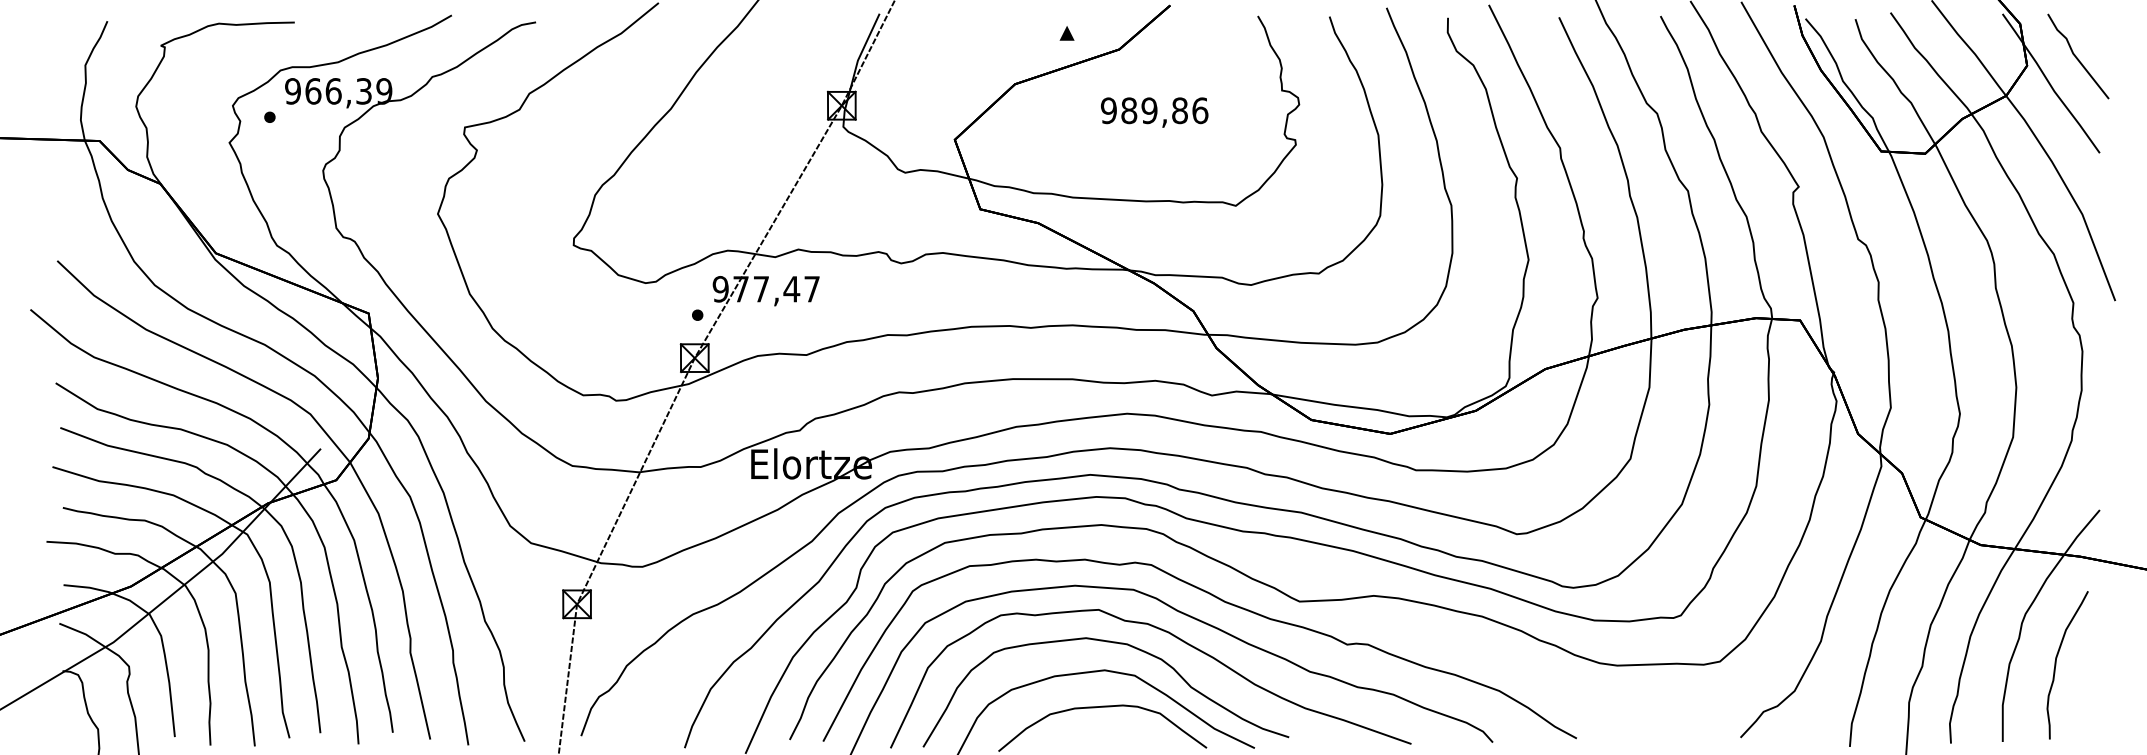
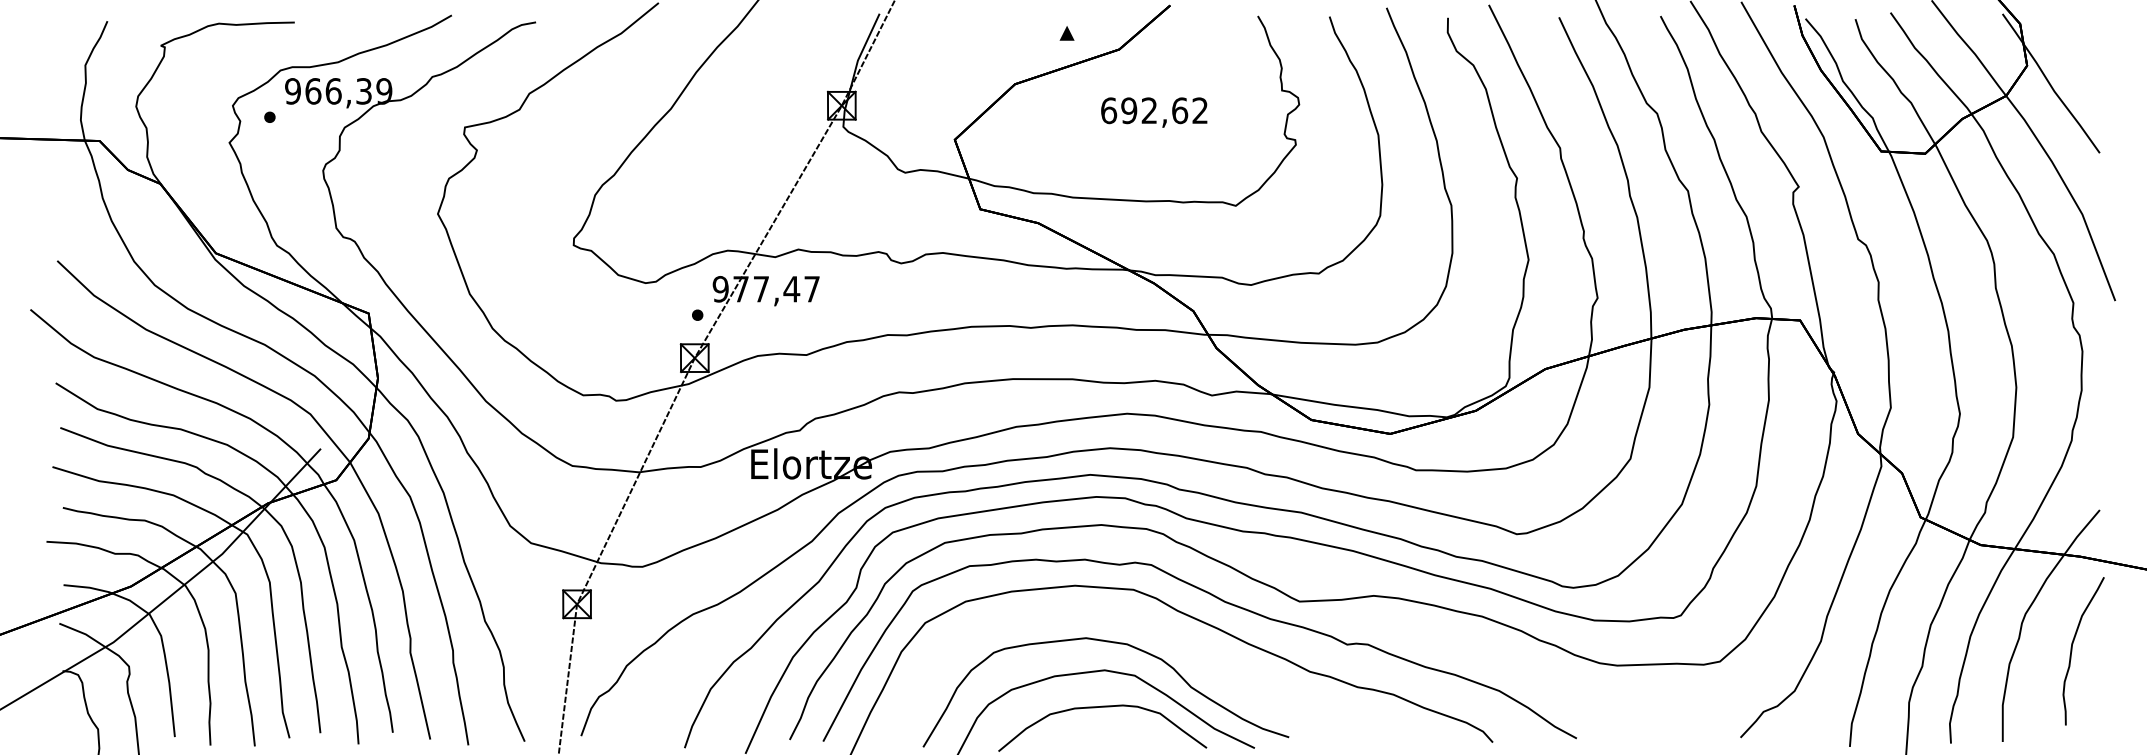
line at (2077, 57): present -> none
text at (1154, 110): 989,86 -> 692,62
curve at (1176, 638): present -> none
curve at (2056, 665) position: (2056, 665) -> (2072, 651)
